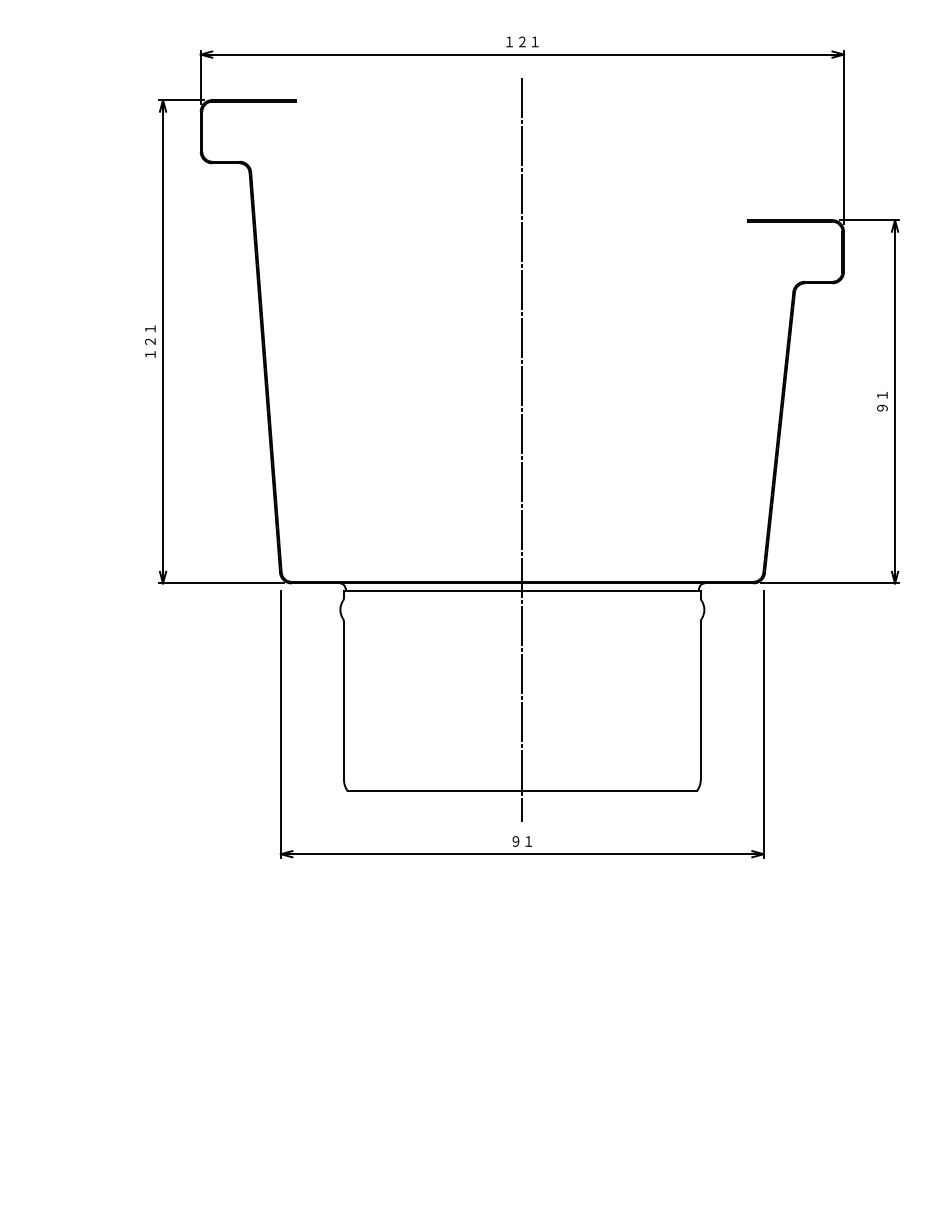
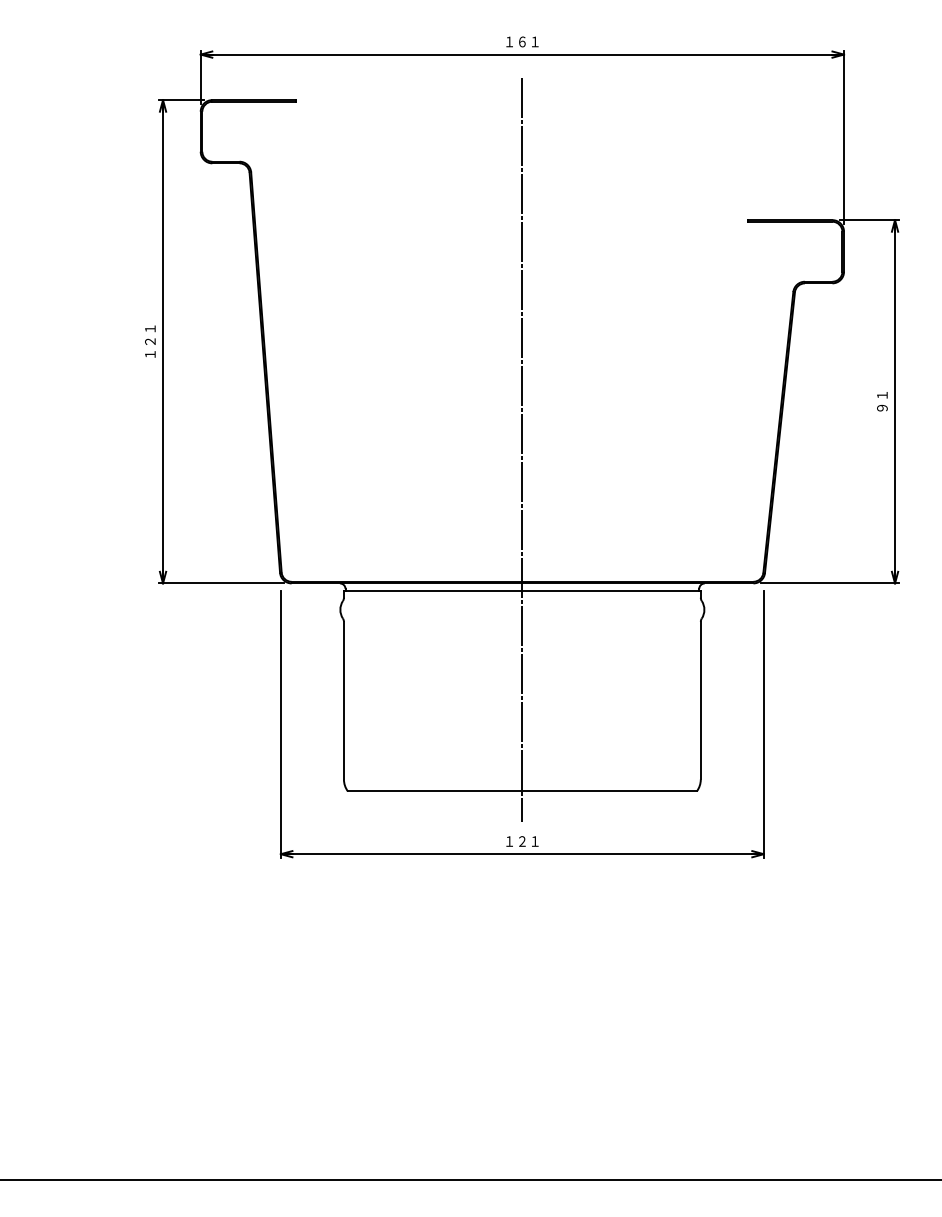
text at (522, 41): １２１ -> １６１
text at (522, 841): ９１ -> １２１
line at (470, 1180): none -> present
